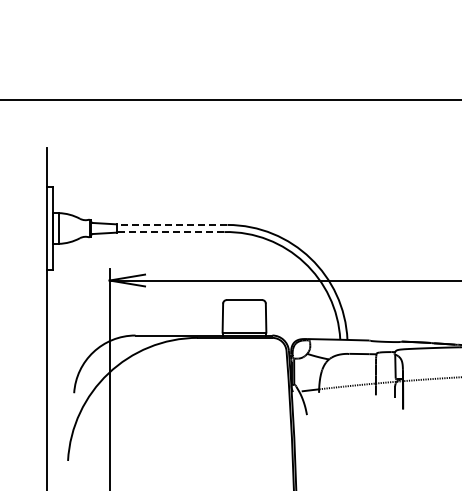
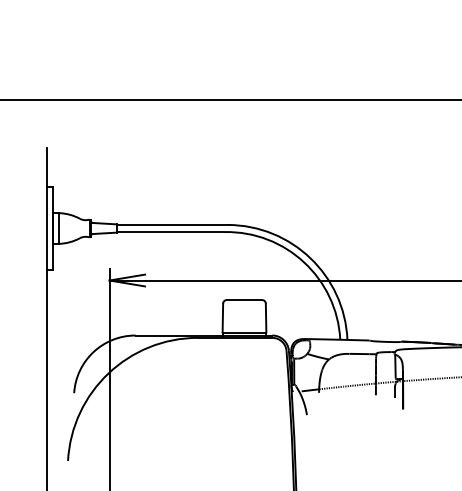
line at (171, 224): dashed -> solid
line at (170, 232): dashed -> solid
